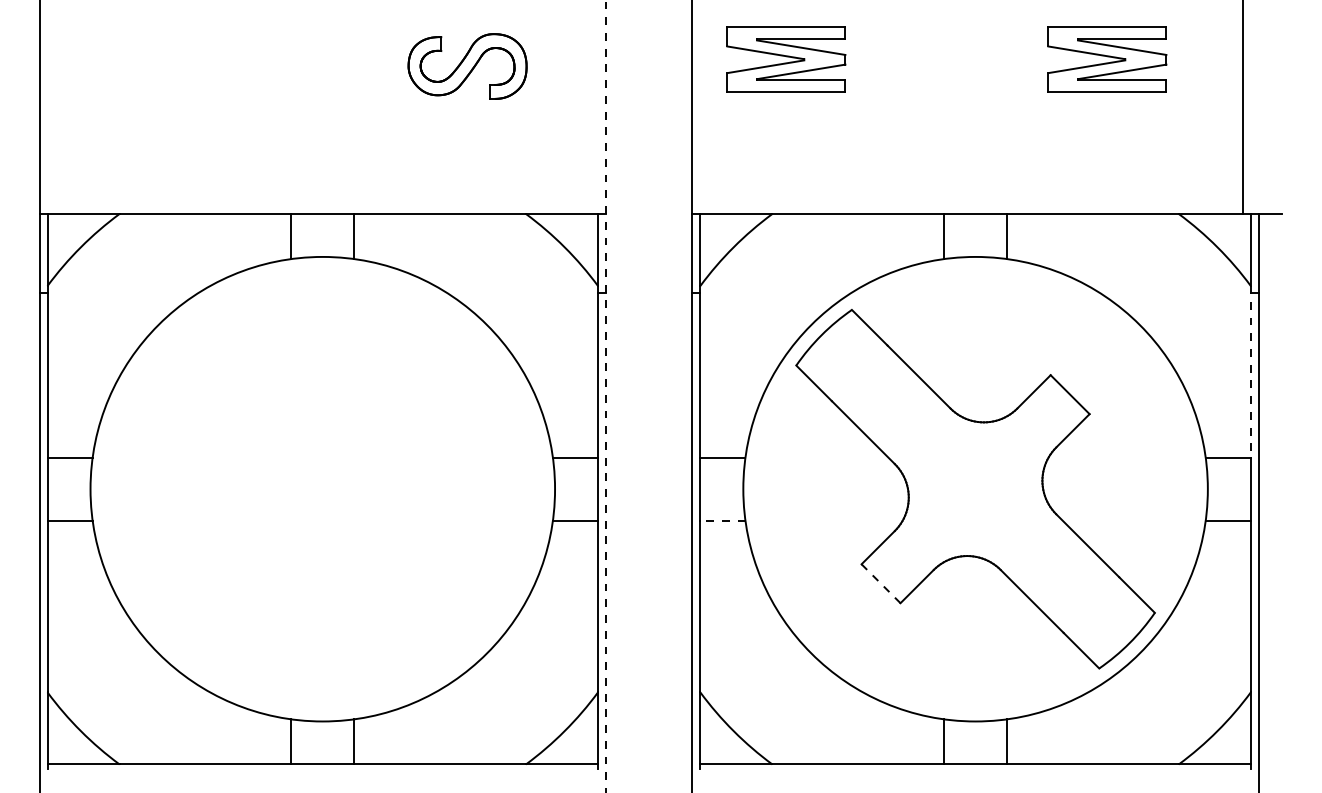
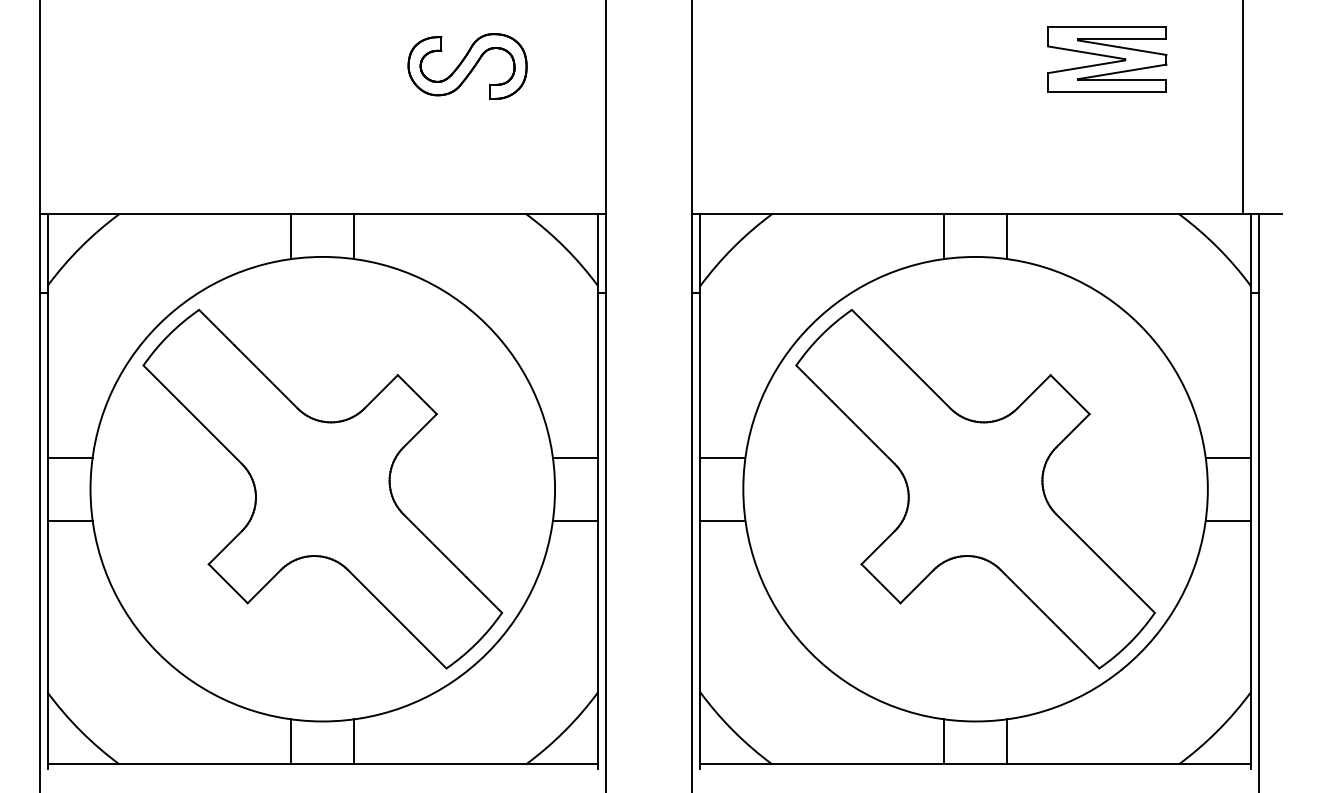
part at (786, 59): present -> none
line at (1250, 371): dashed -> solid
line at (605, 396): dashed -> solid
part at (322, 488): none -> present
line at (722, 520): dashed -> solid
line at (881, 583): dashed -> solid
